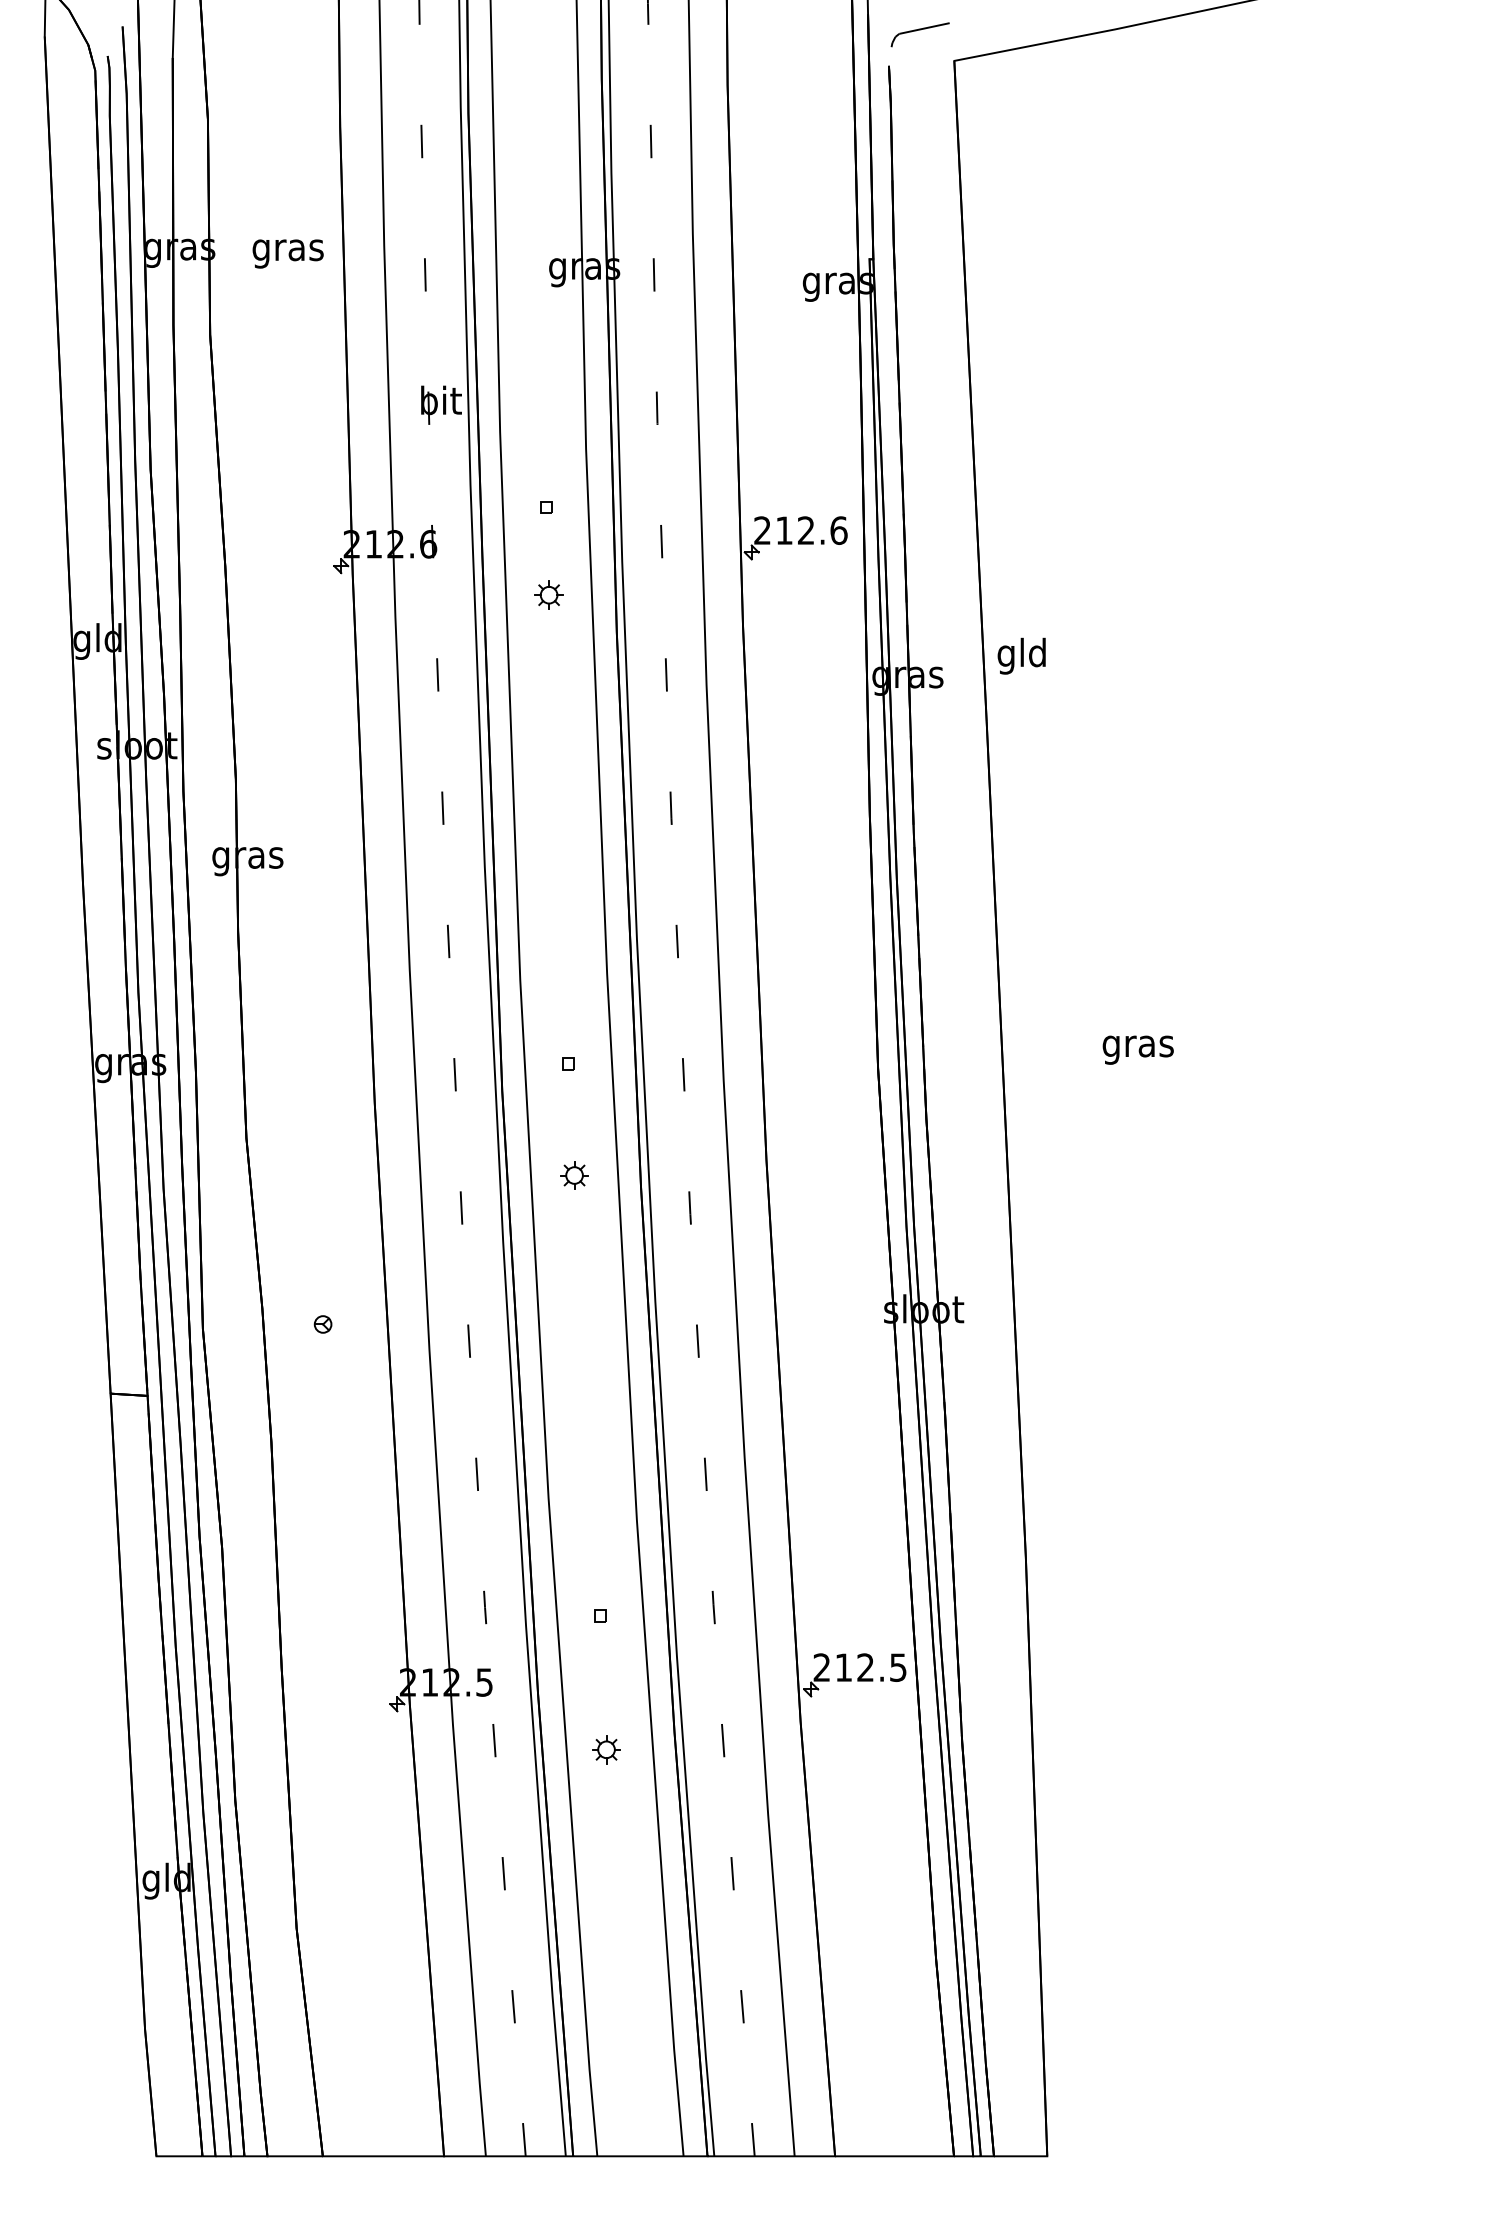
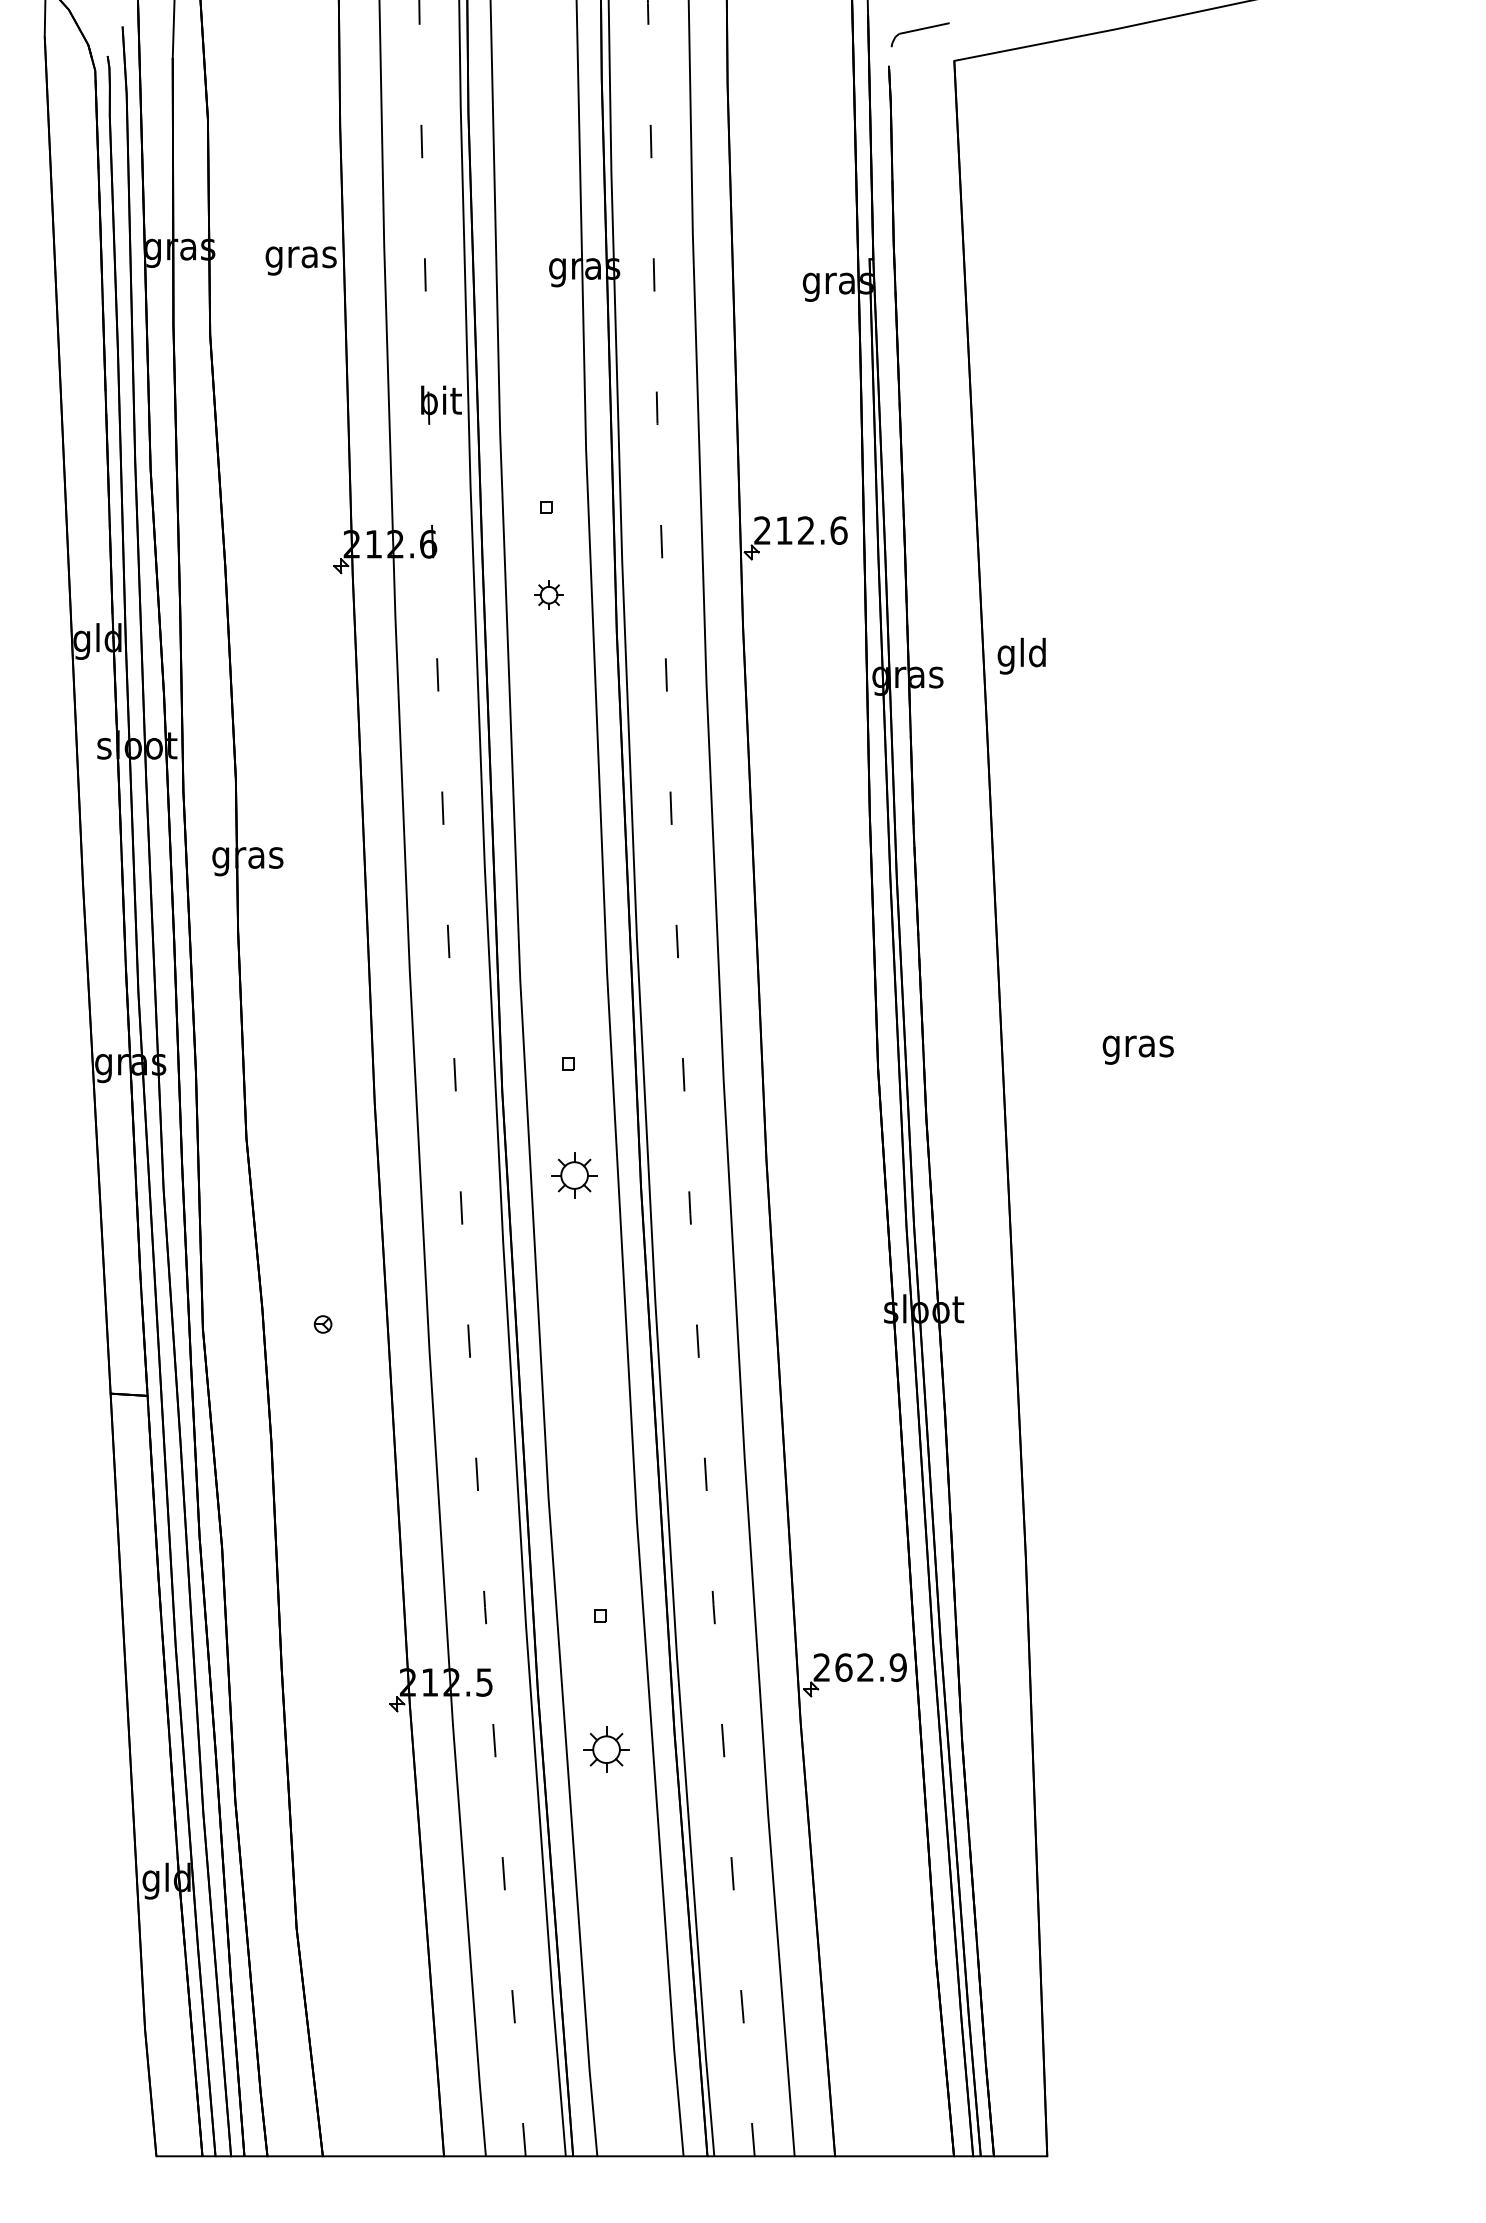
text at (287, 253) position: (287, 253) -> (300, 260)
part at (574, 1175) size: 29x29 px -> 47x47 px
text at (870, 1667): 212.5 -> 262.9
part at (606, 1749) size: 29x30 px -> 47x47 px
